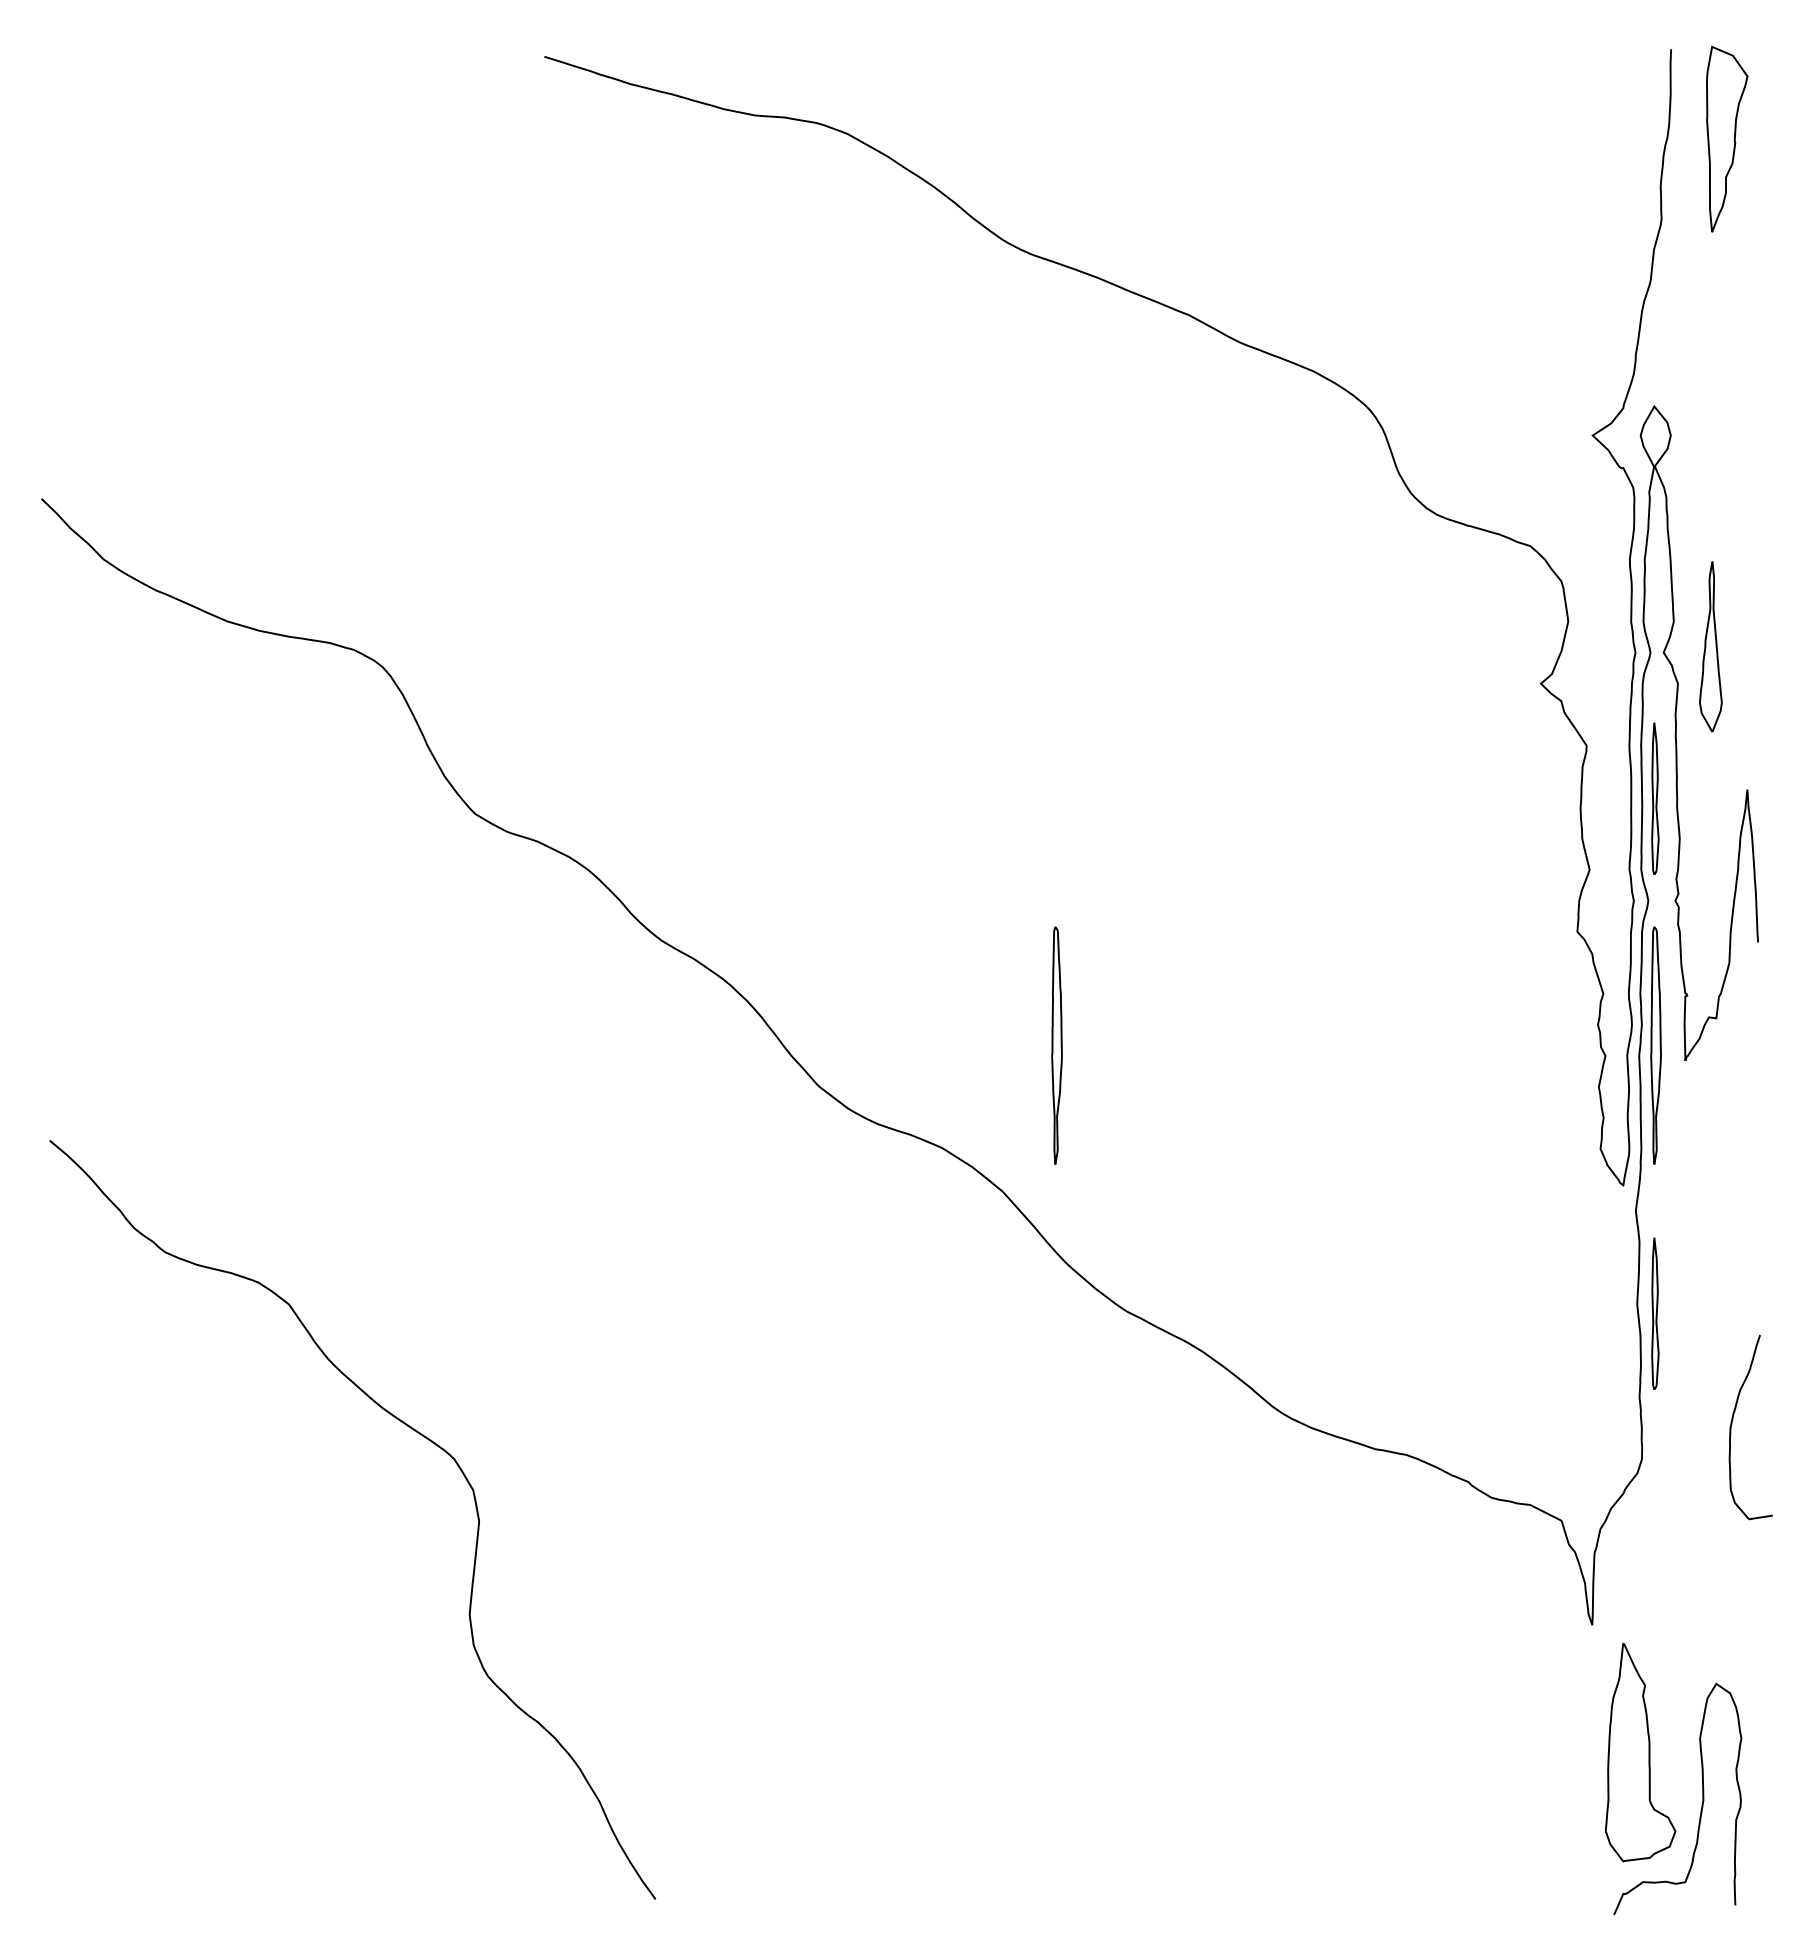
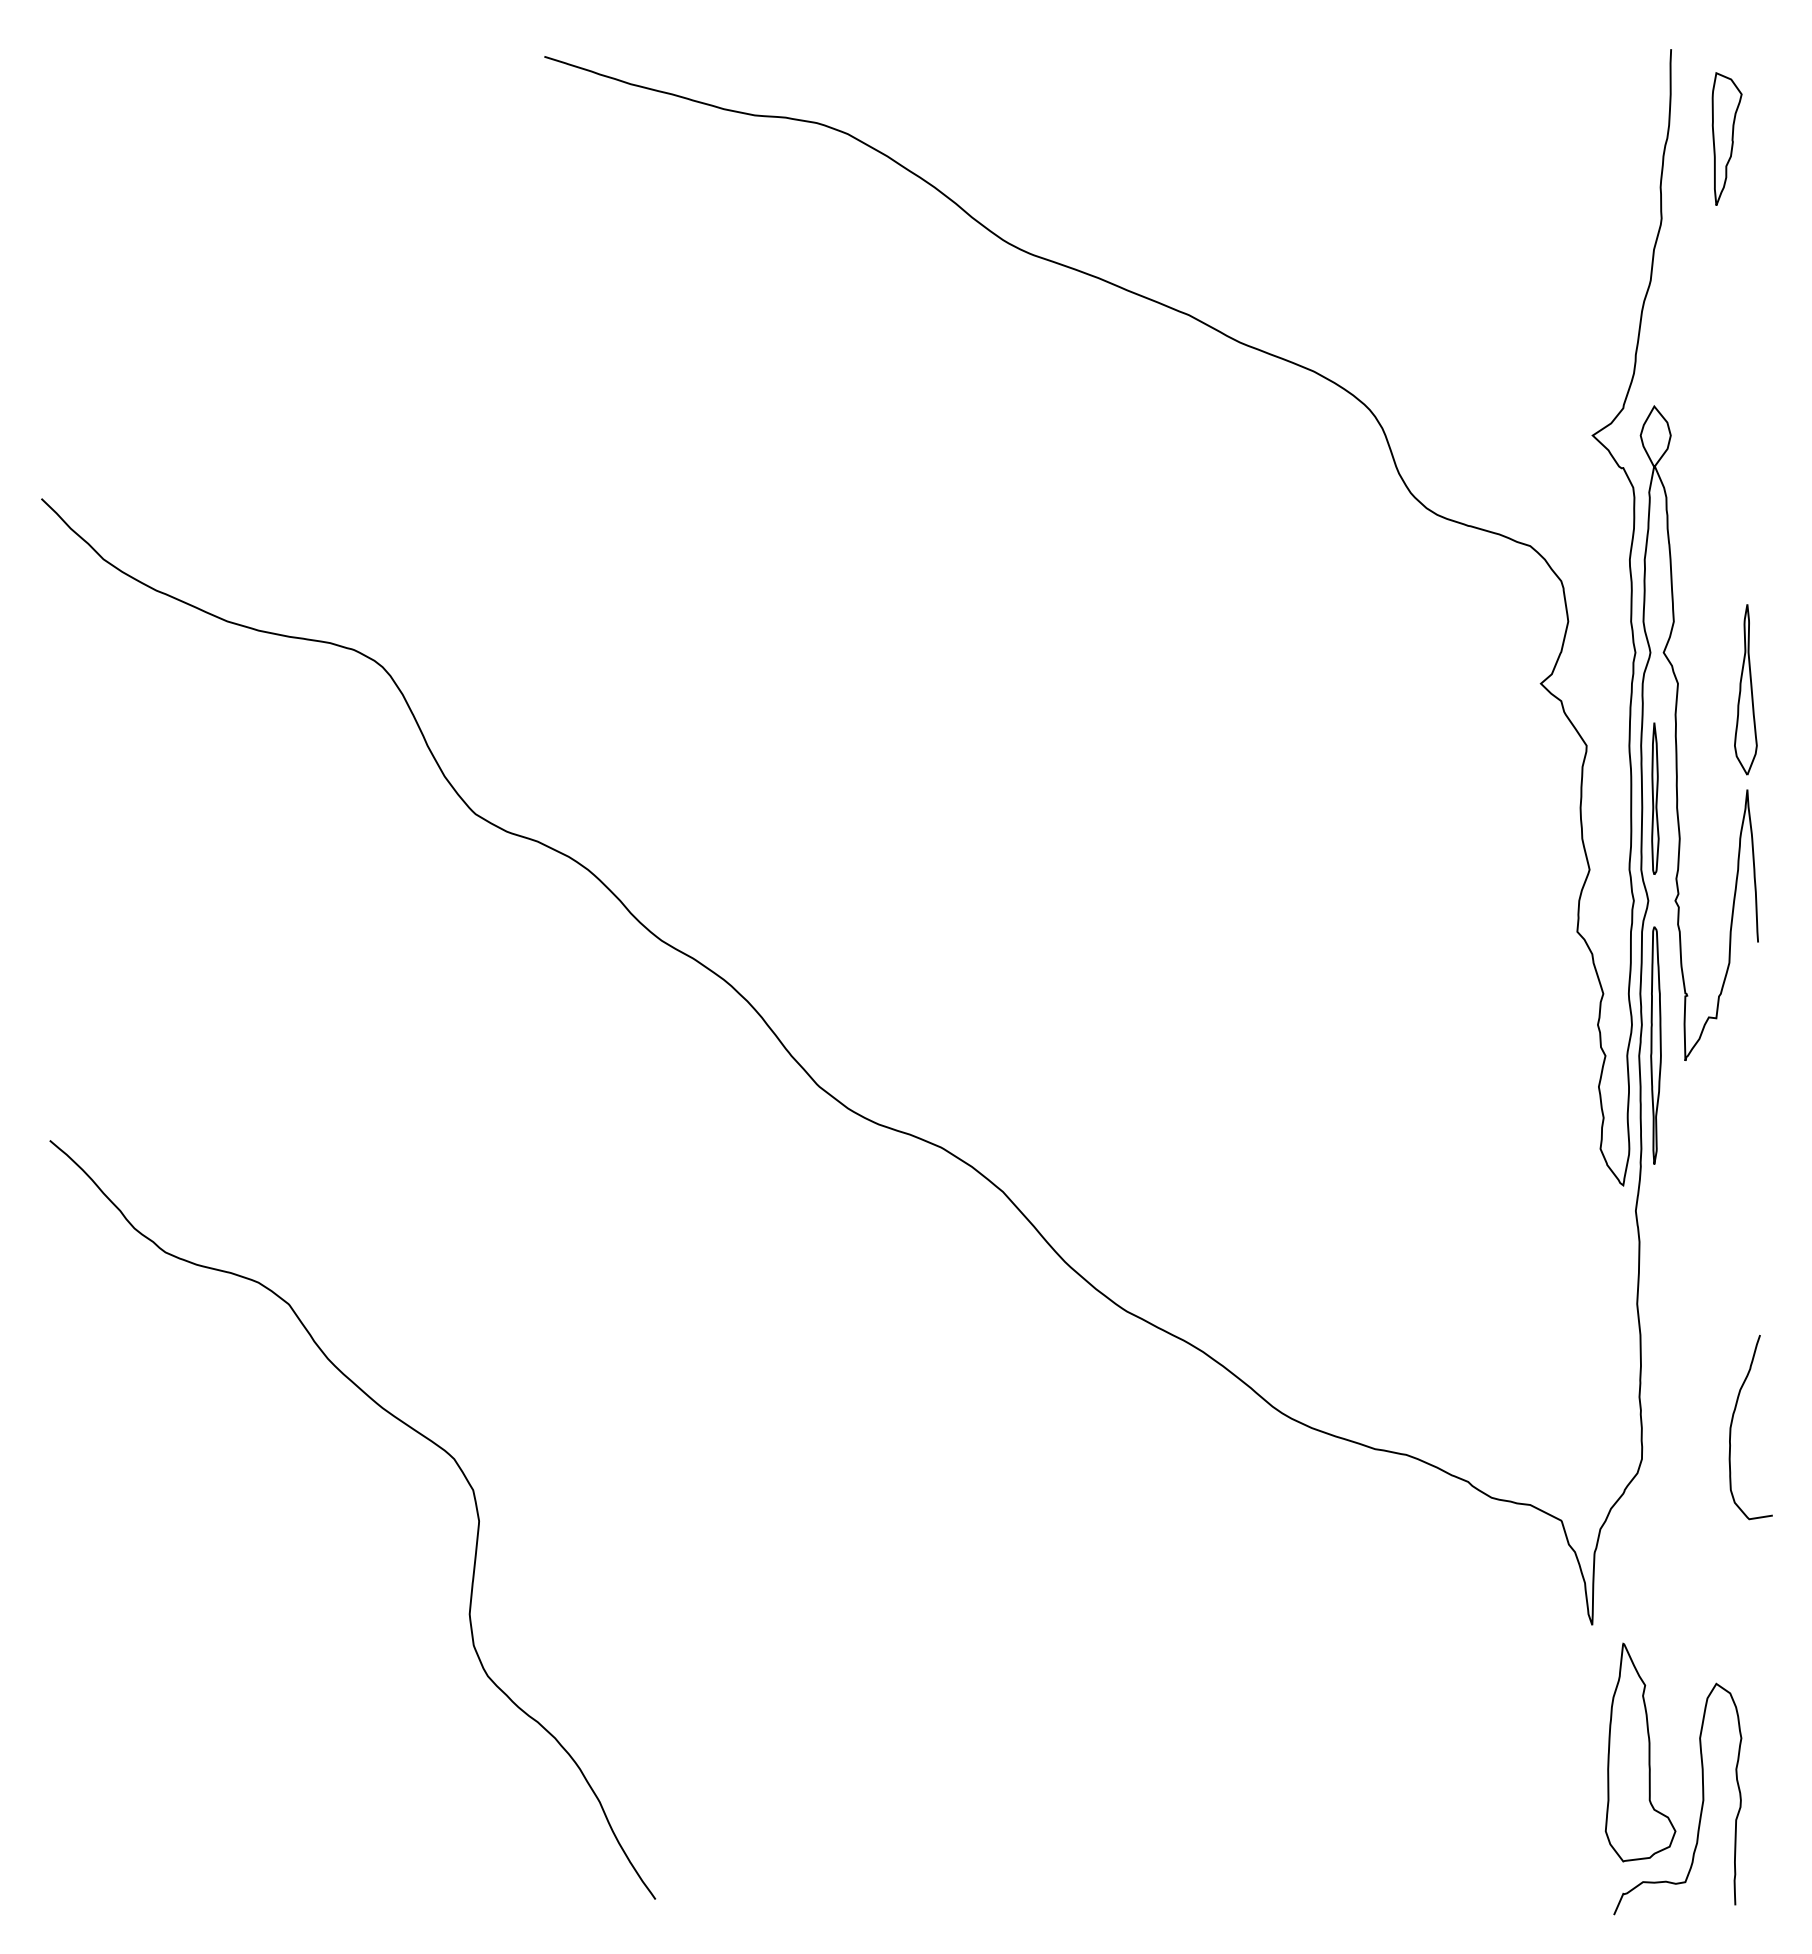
part at (1727, 138) size: 43x188 px -> 32x134 px
part at (1710, 646) position: (1710, 646) -> (1745, 689)
part at (1056, 1045): present -> none
part at (1655, 1313): present -> none
